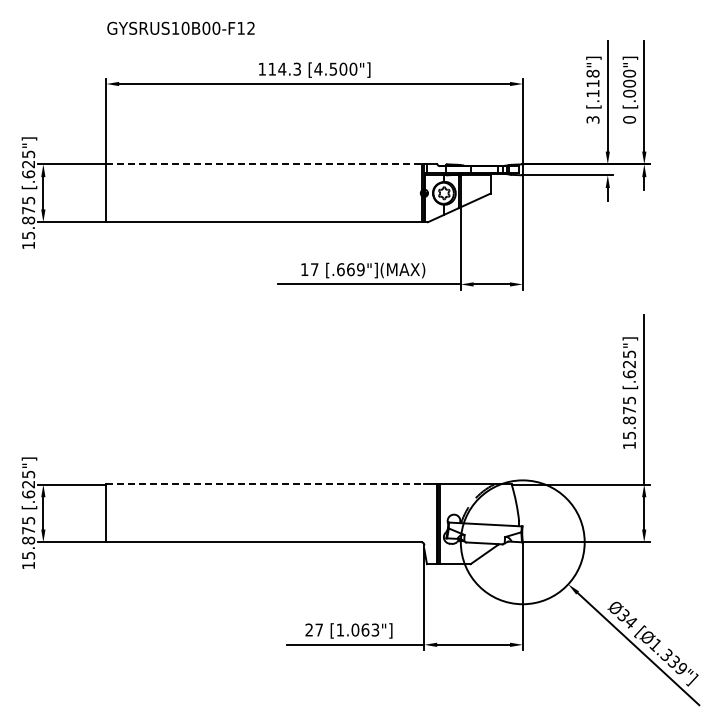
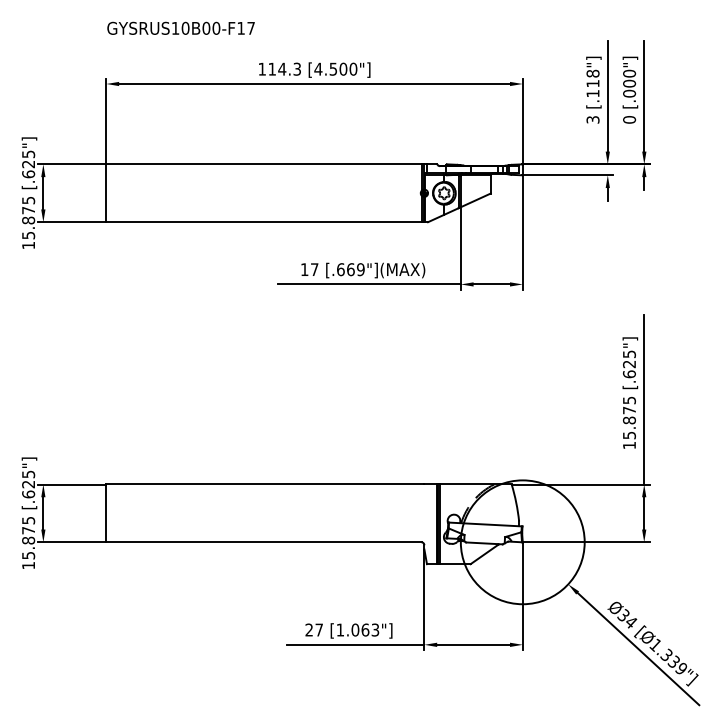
text at (250, 27): GYSRUS10B00-F12 -> GYSRUS10B00-F17
line at (265, 164): dashed -> solid
line at (265, 484): dashed -> solid
